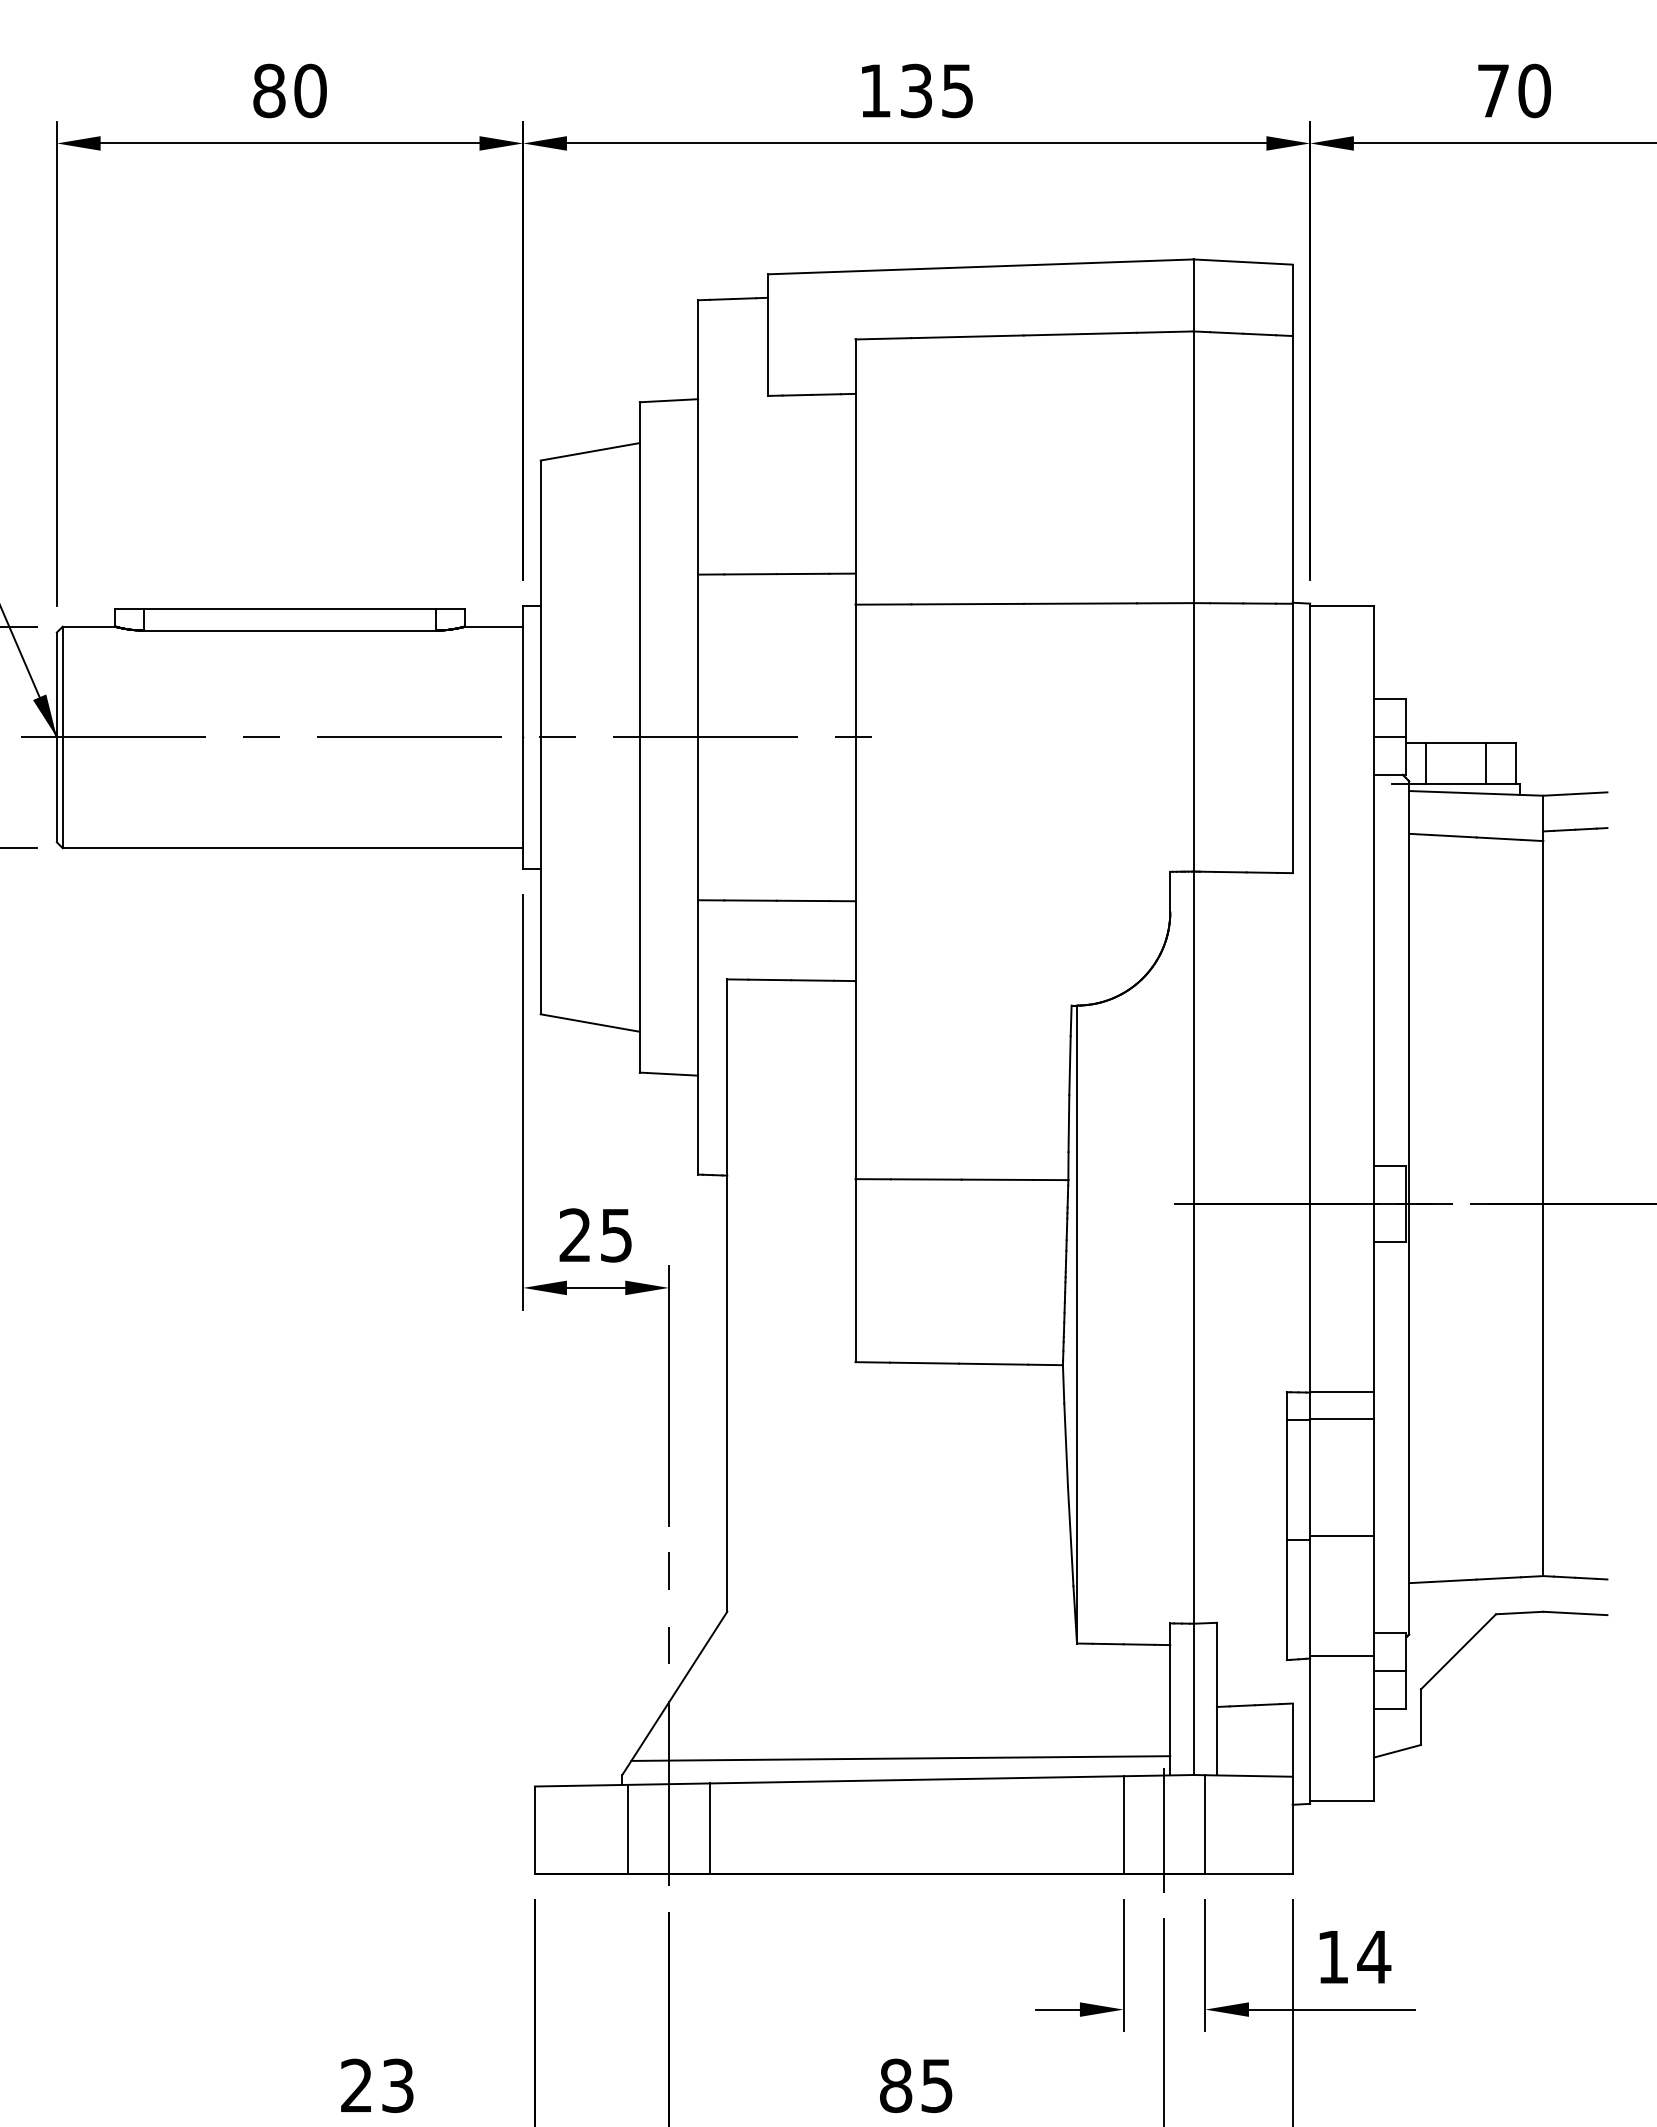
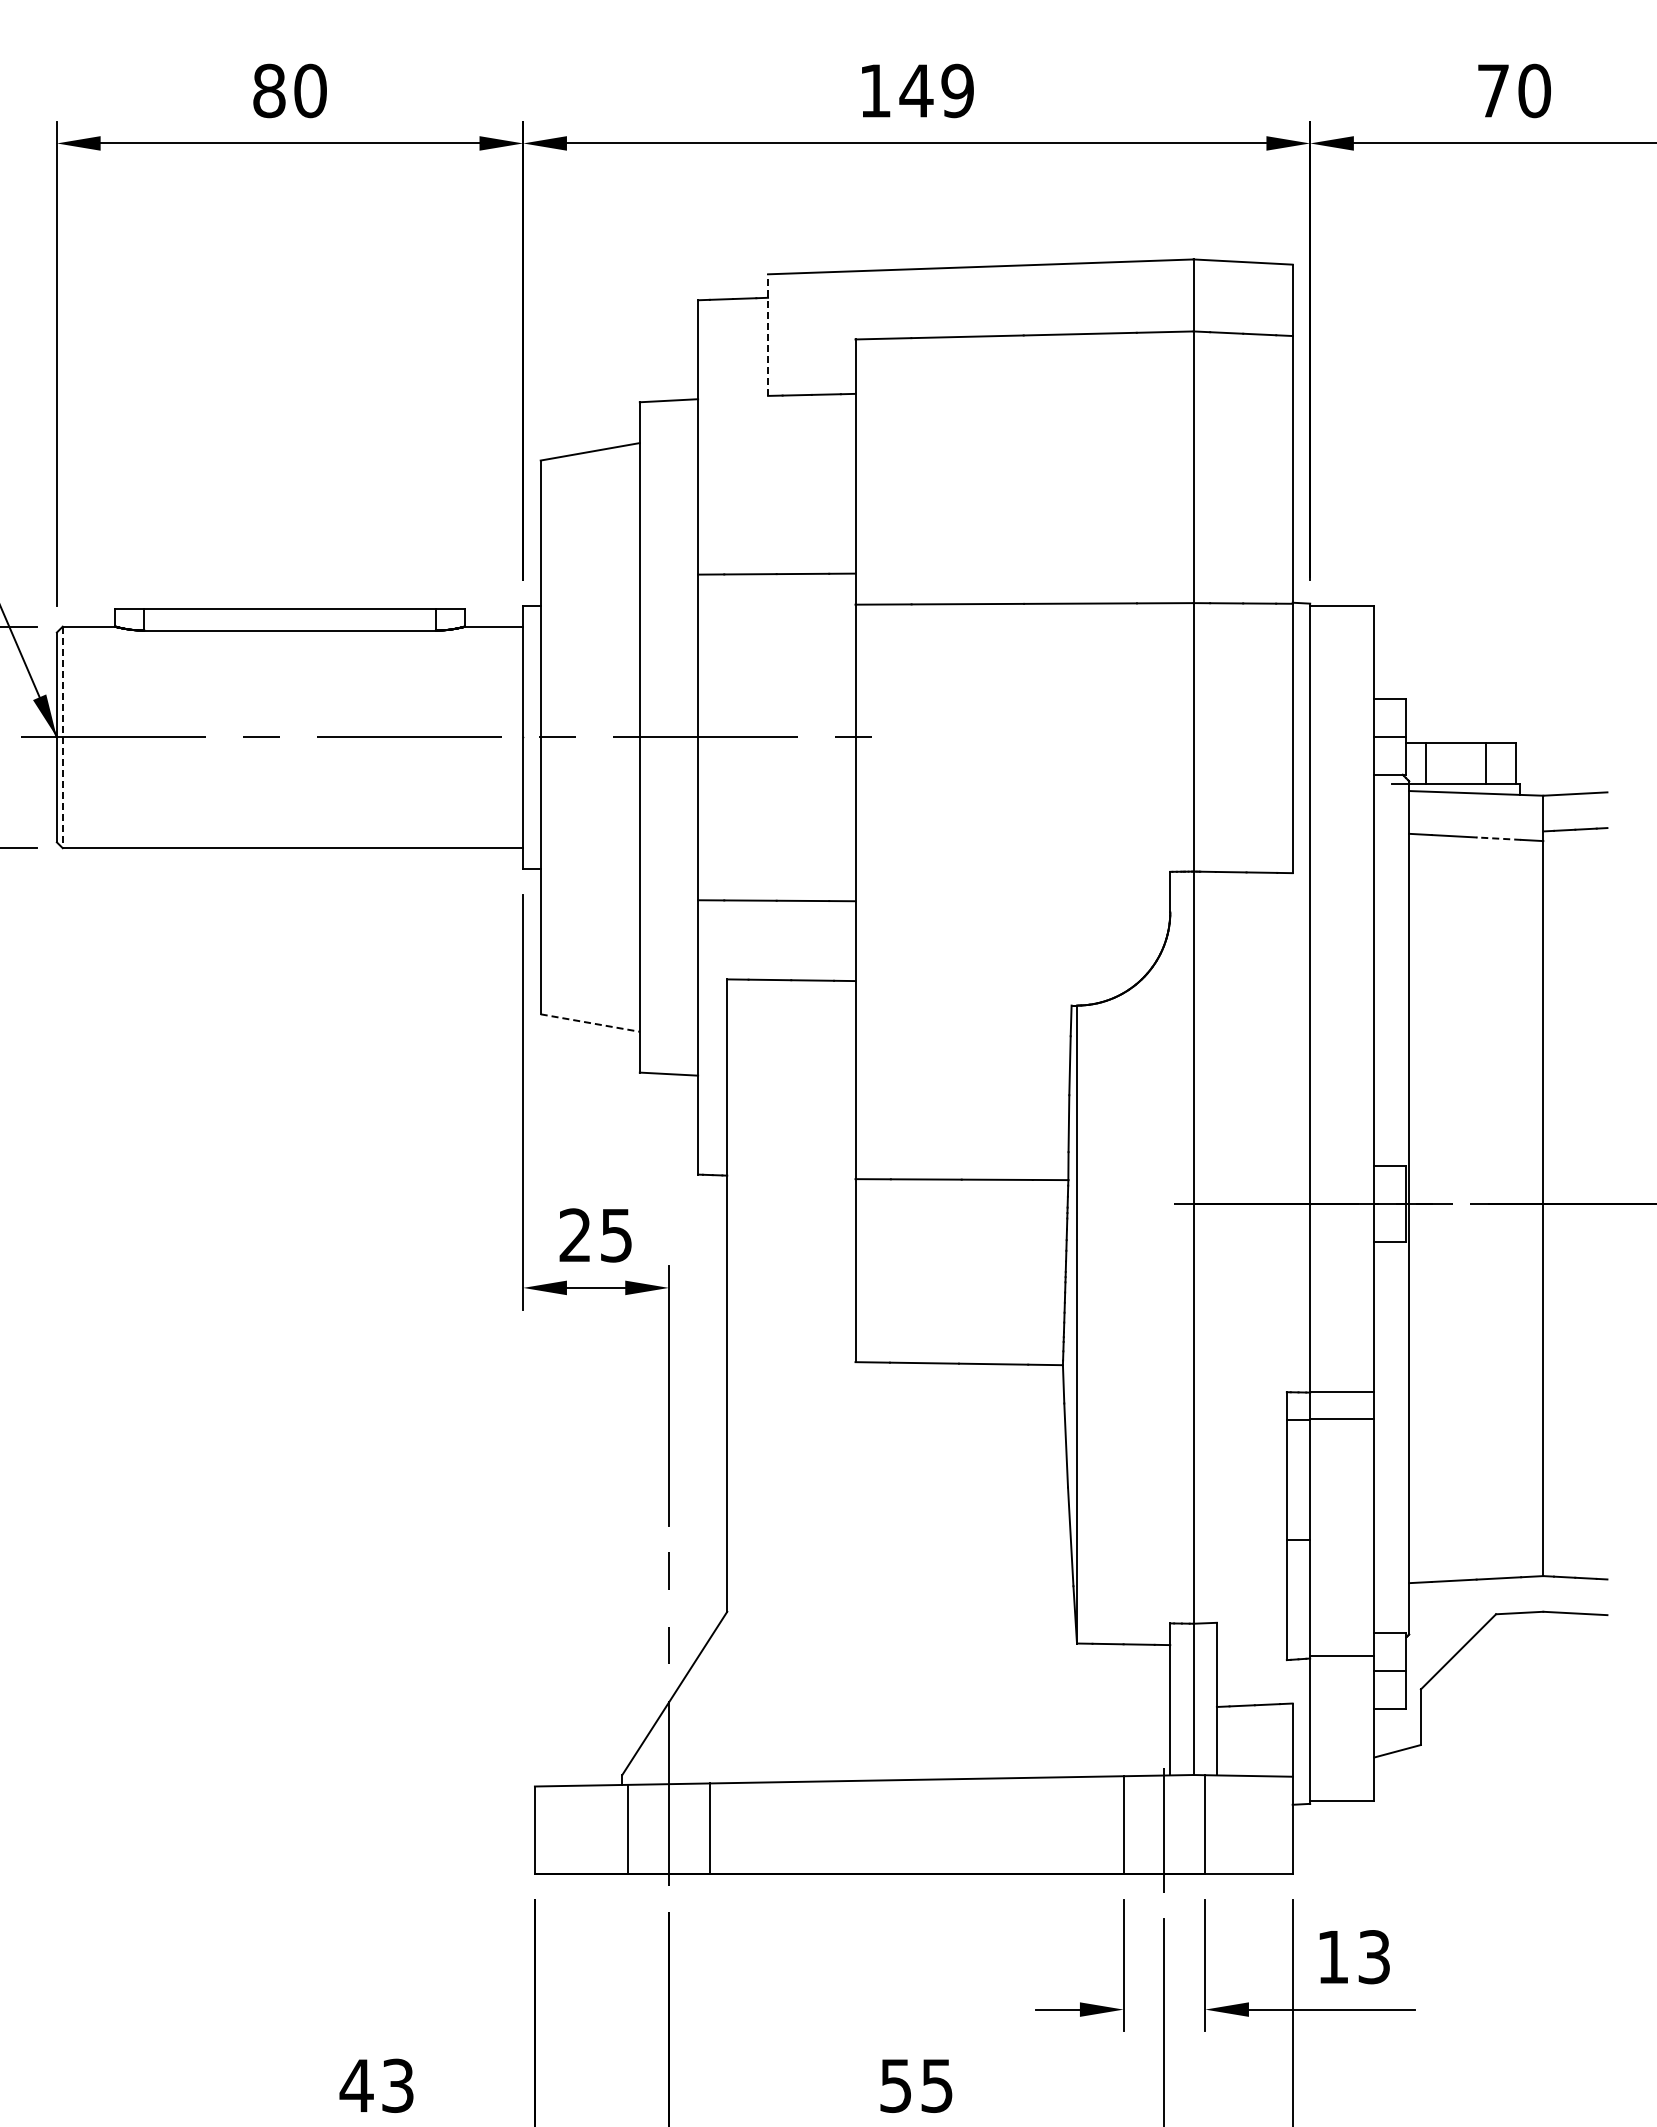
text at (936, 90): 135 -> 149
line at (768, 335): solid -> dashed
line at (62, 737): solid -> dashed
line at (1498, 838): solid -> dashed
line at (590, 1023): solid -> dashed
line at (1342, 1536): present -> none
line at (900, 1758): present -> none
text at (1374, 1957): 14 -> 13
text at (356, 2084): 23 -> 43
text at (896, 2085): 85 -> 55
